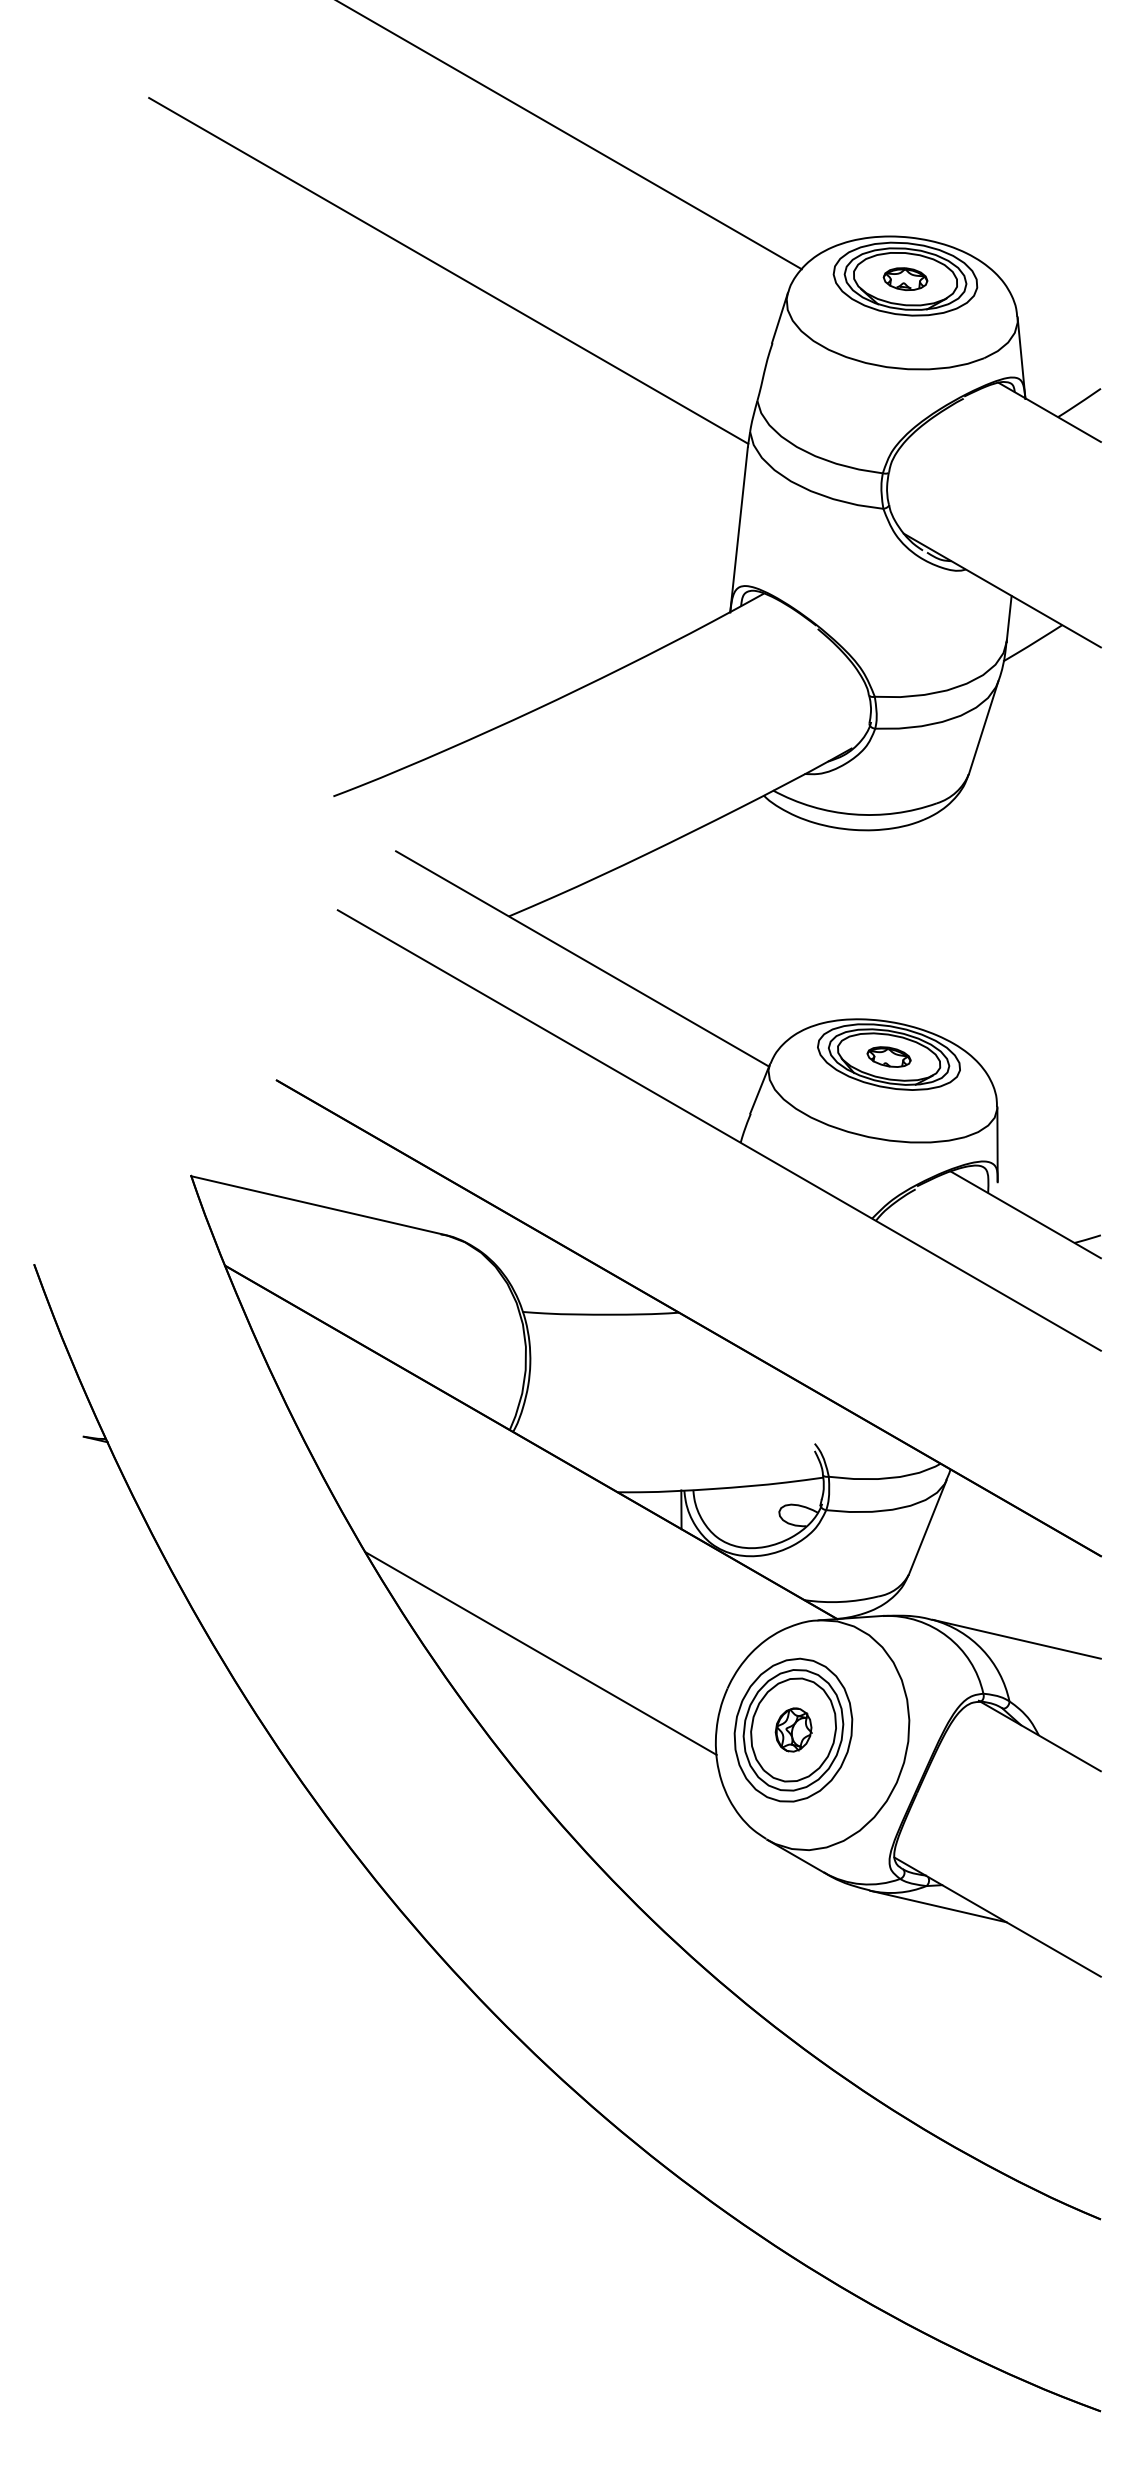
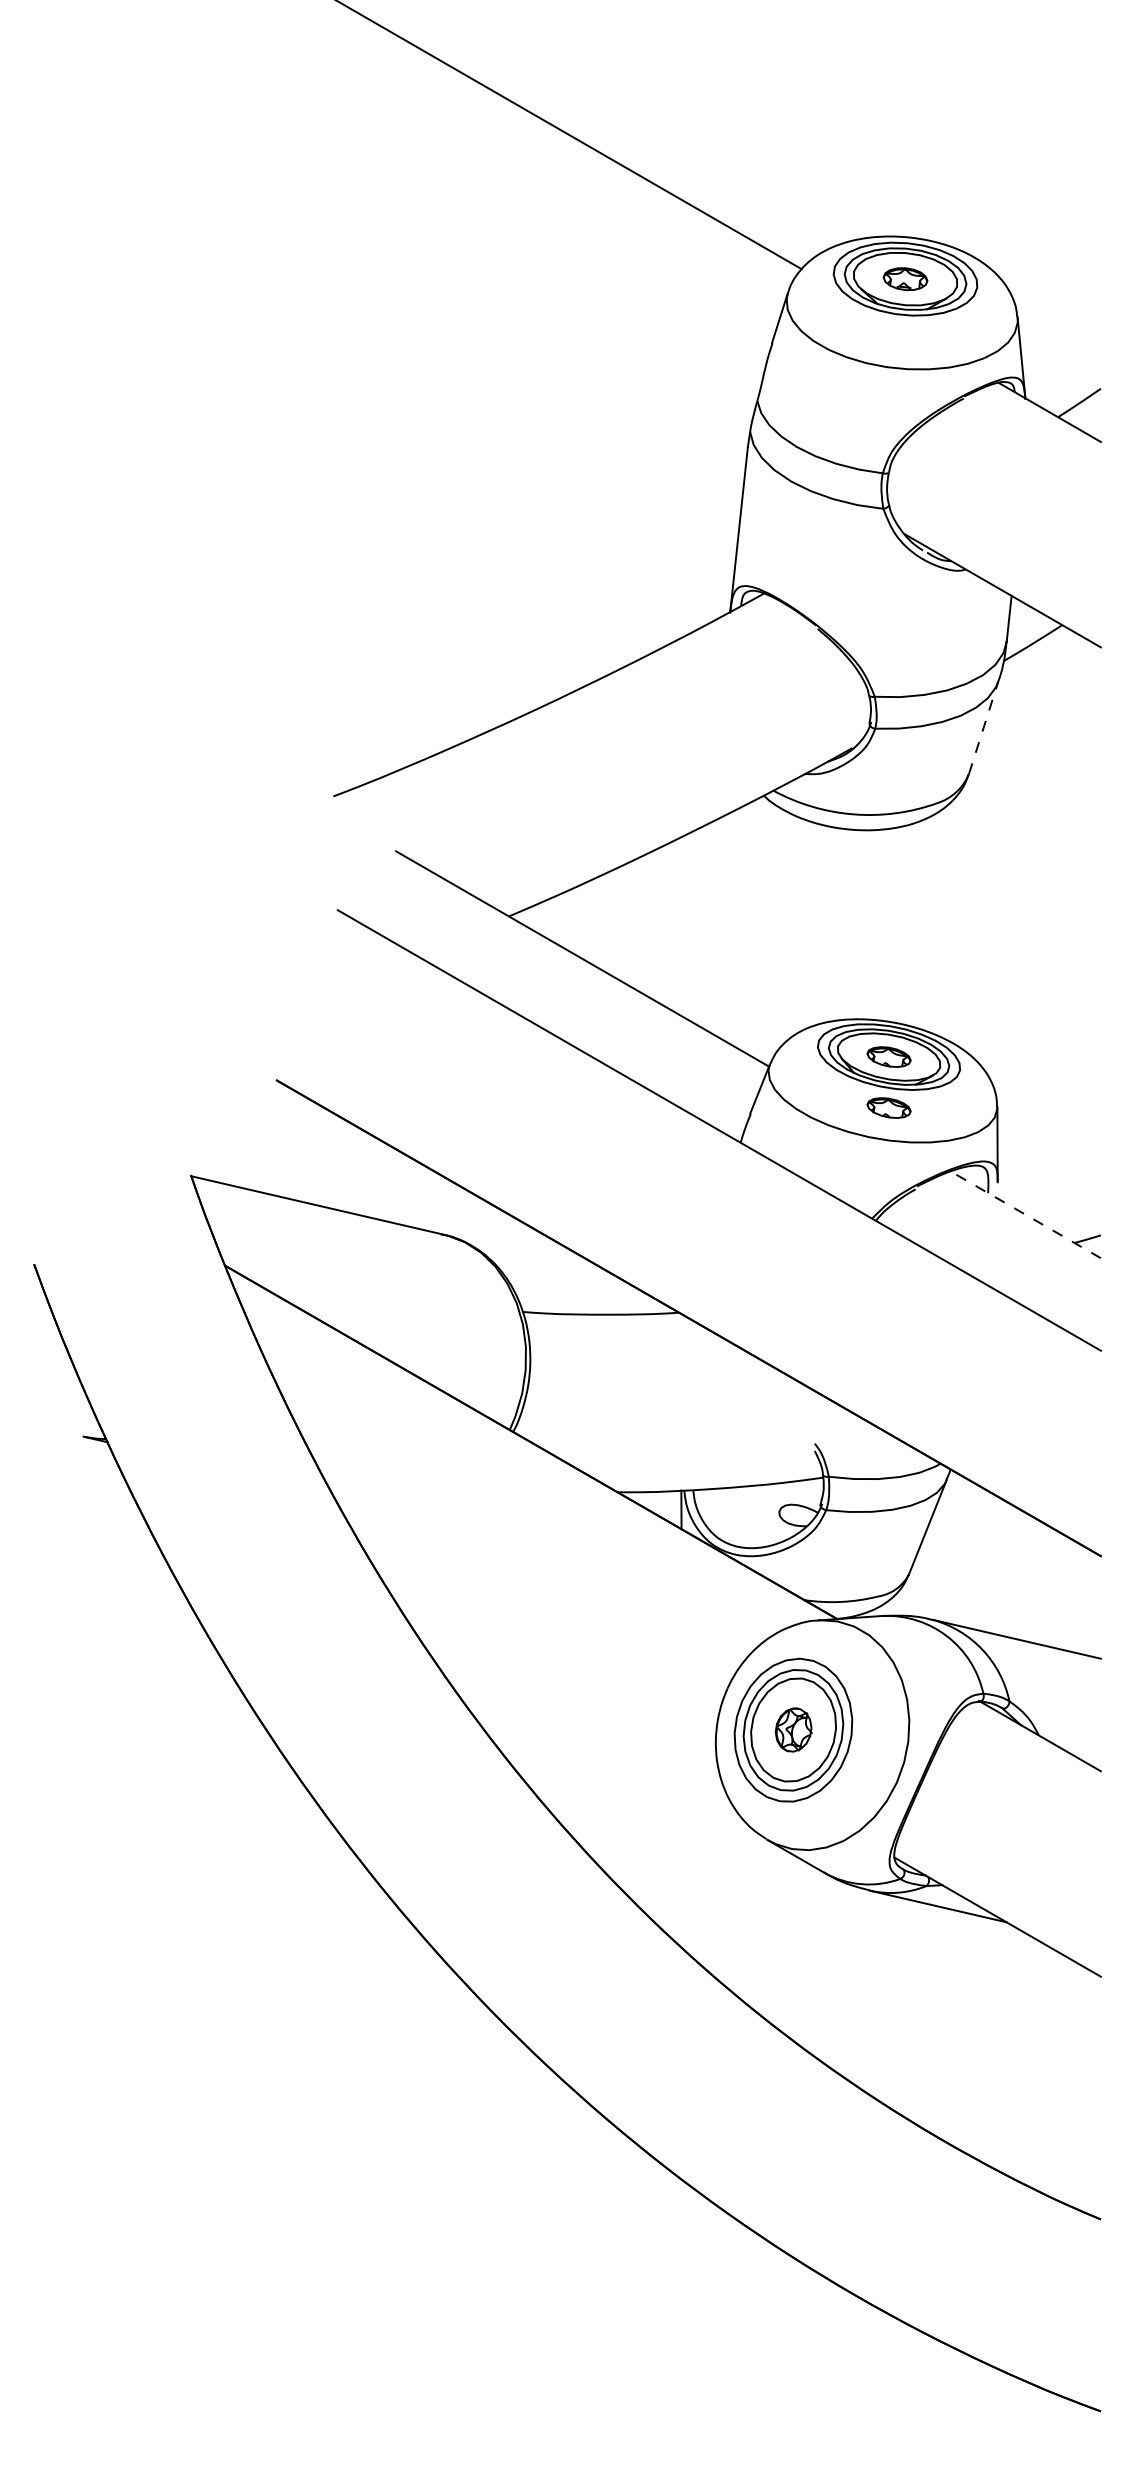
line at (448, 270): present -> none
line at (983, 727): solid -> dashed
part at (888, 1107): none -> present
line at (1025, 1214): solid -> dashed
line at (540, 1653): present -> none
